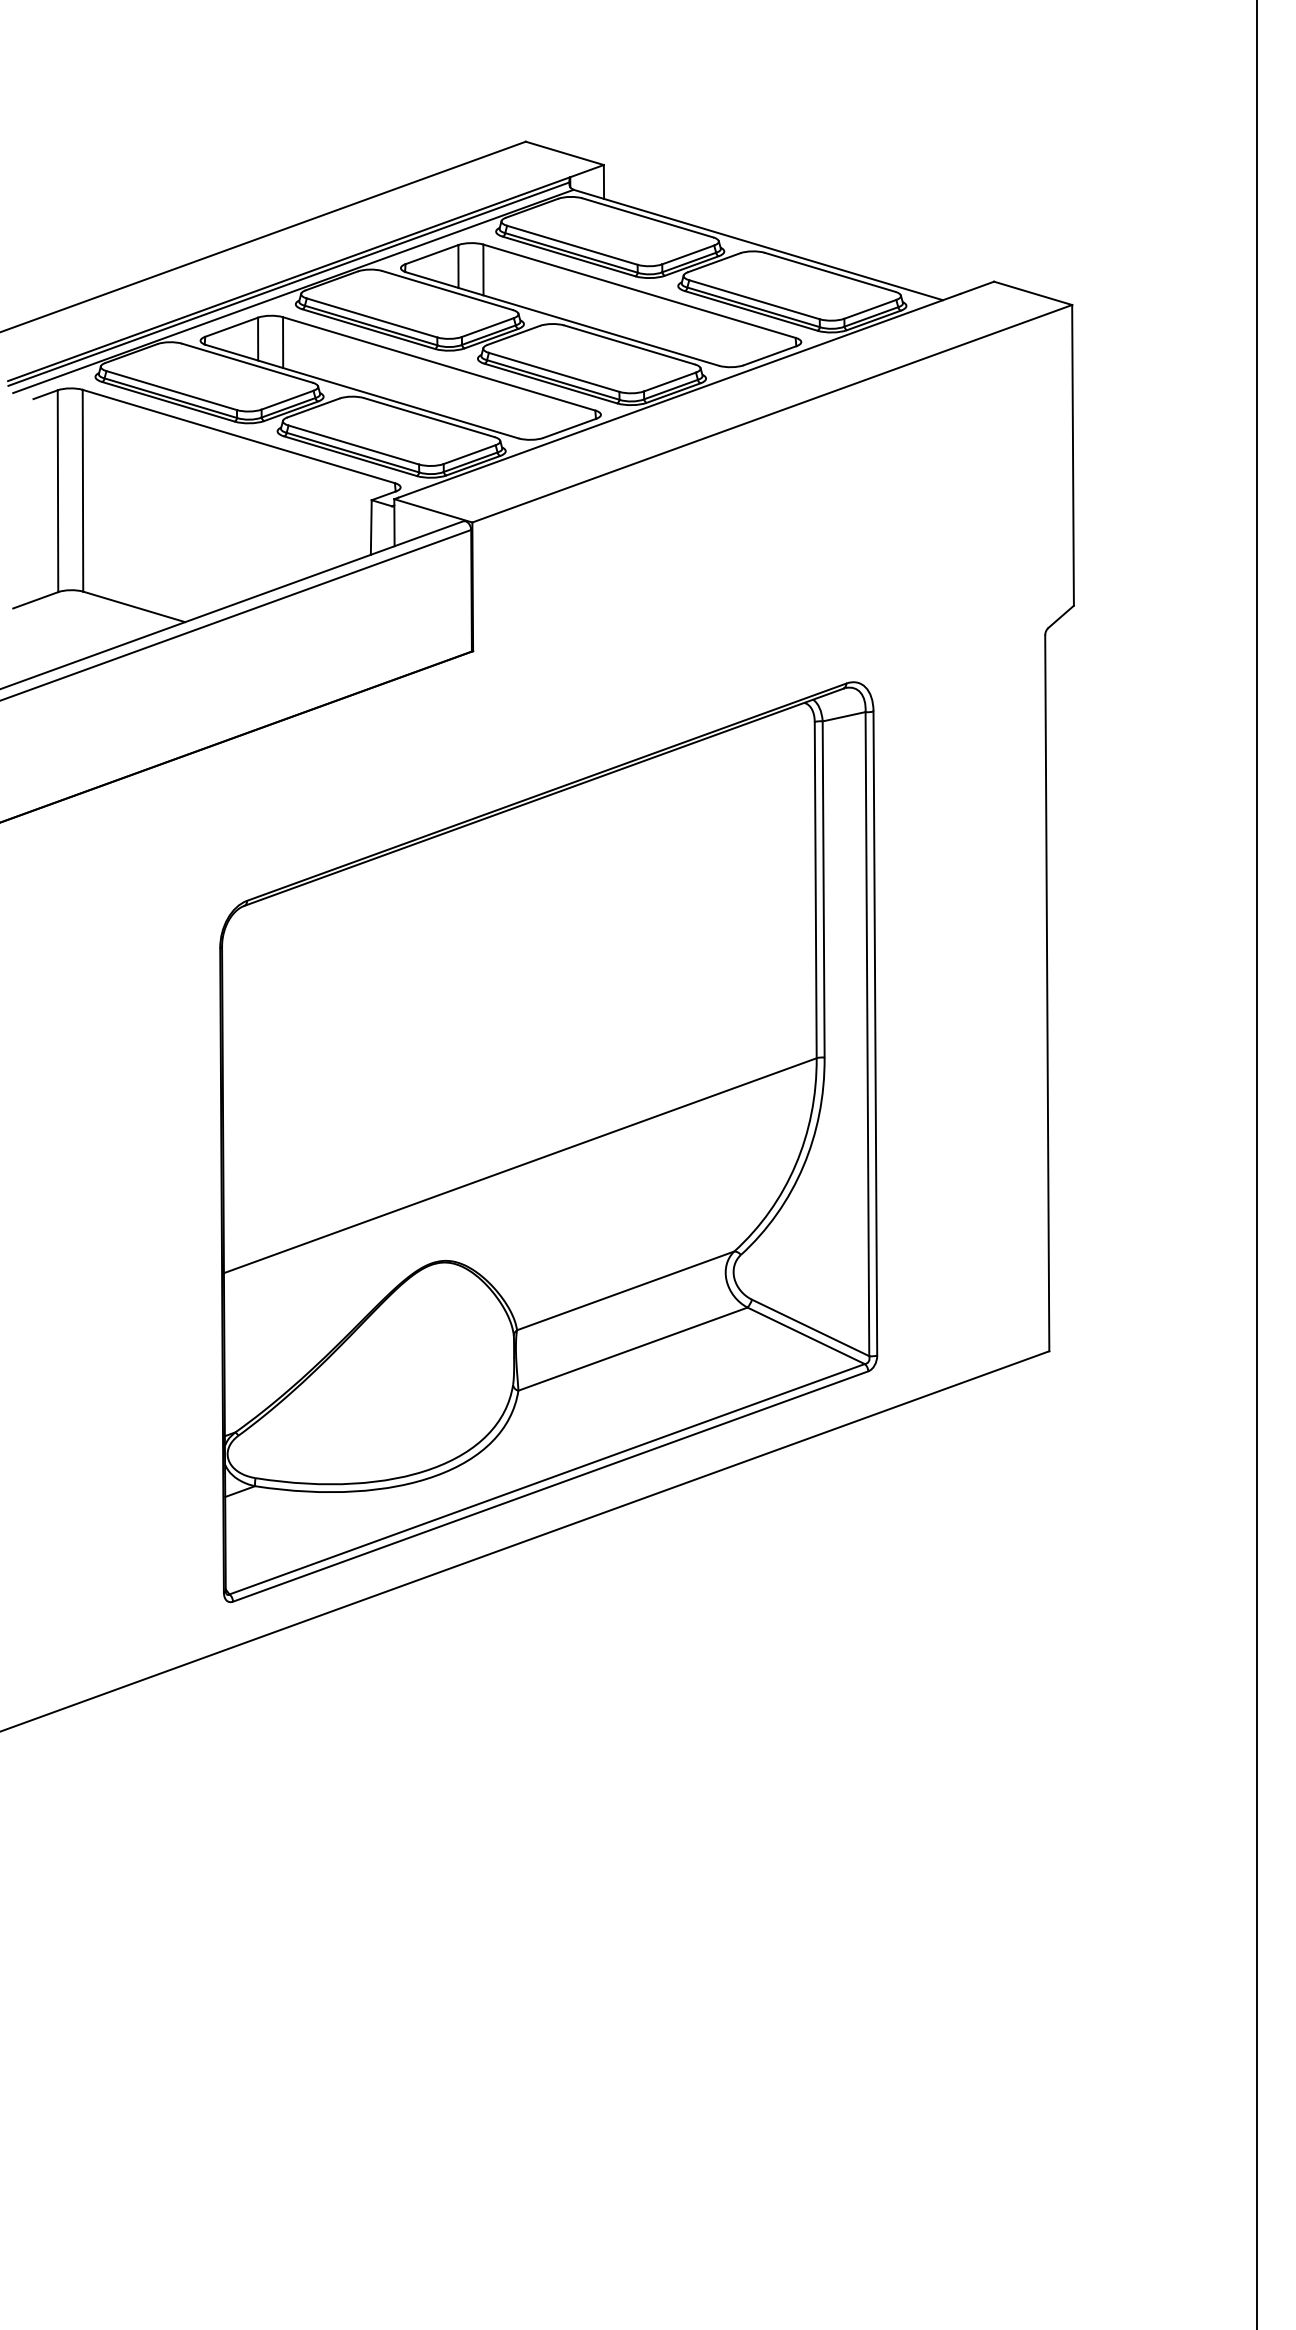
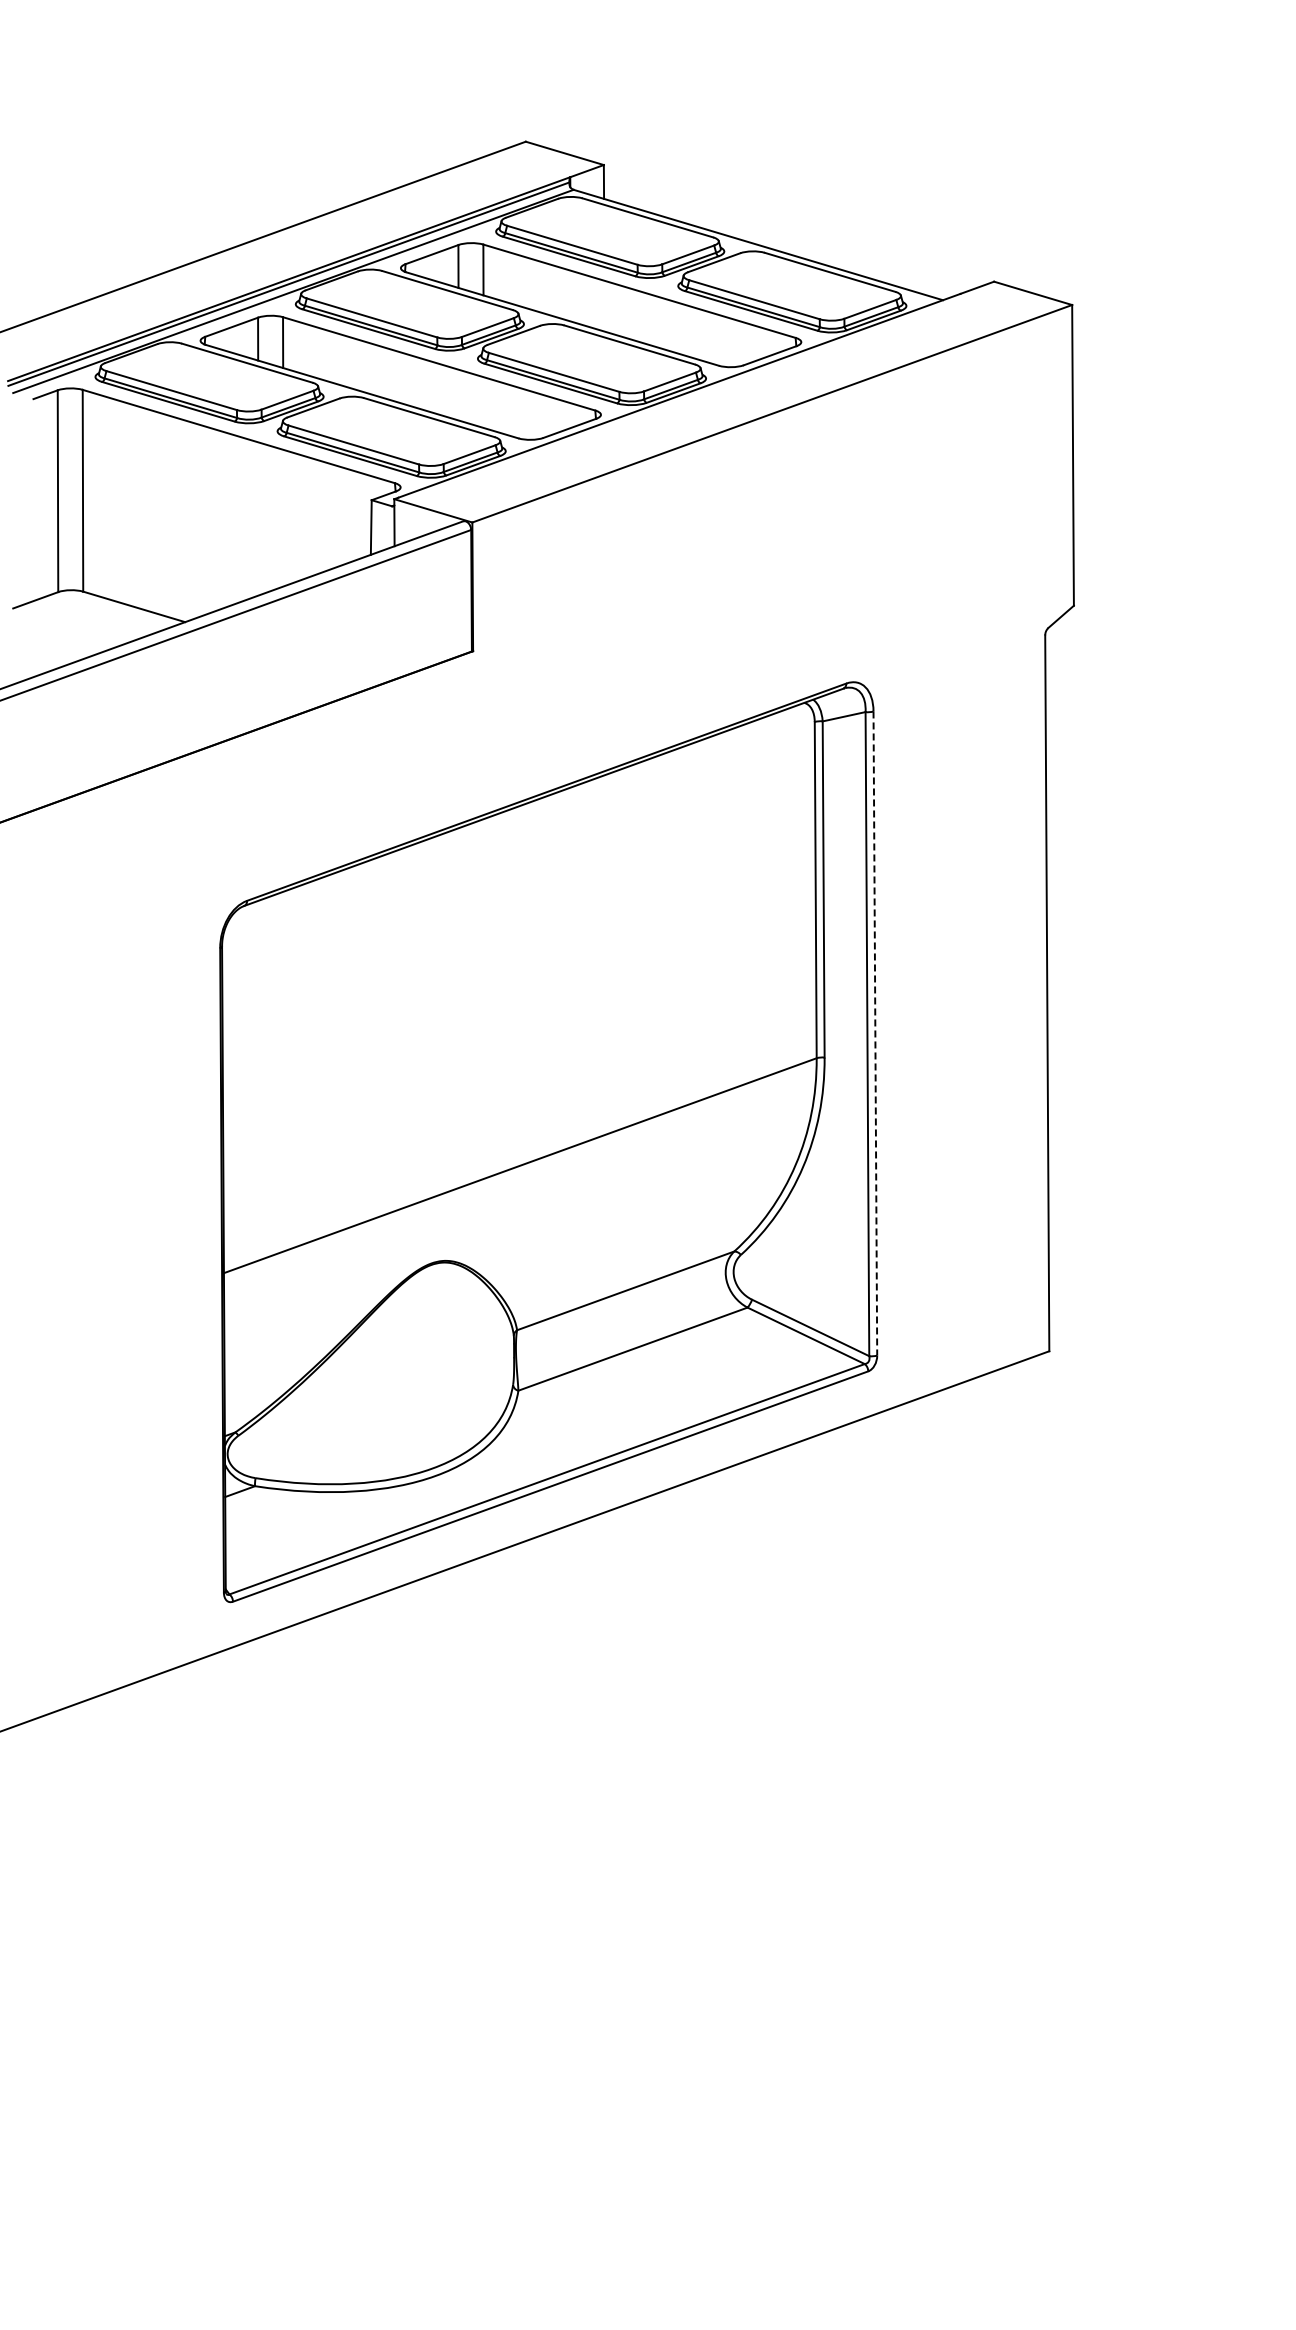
line at (875, 1034): solid -> dashed
line at (1257, 1164): present -> none
